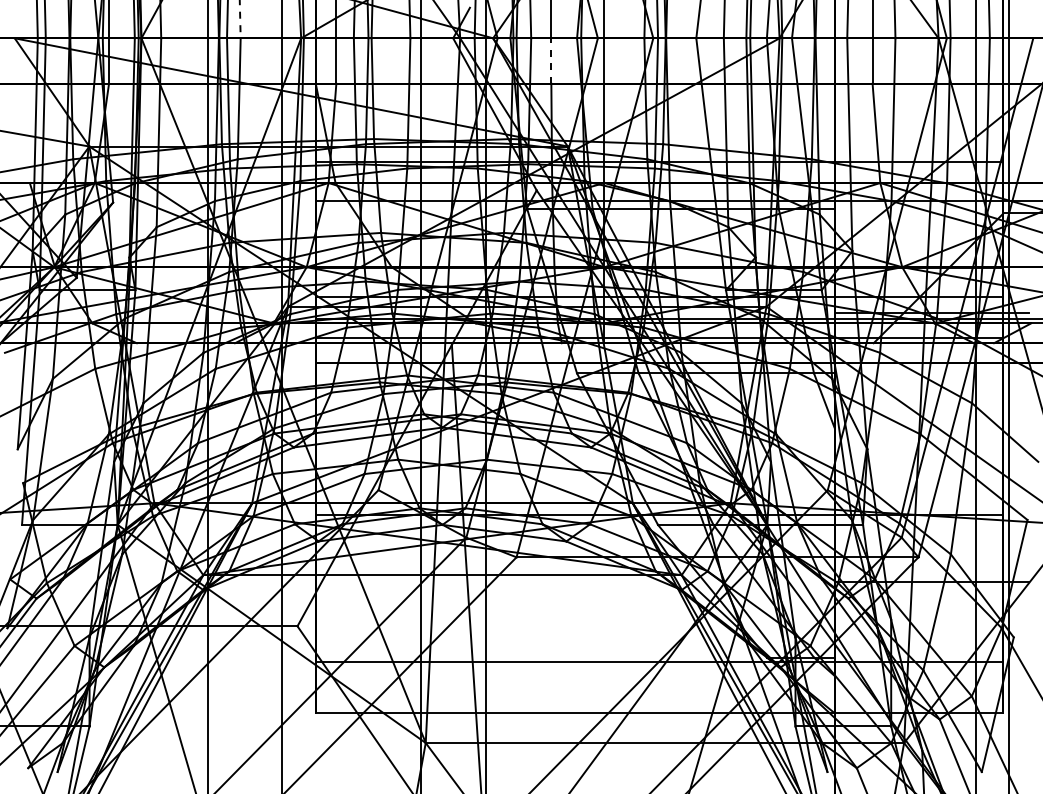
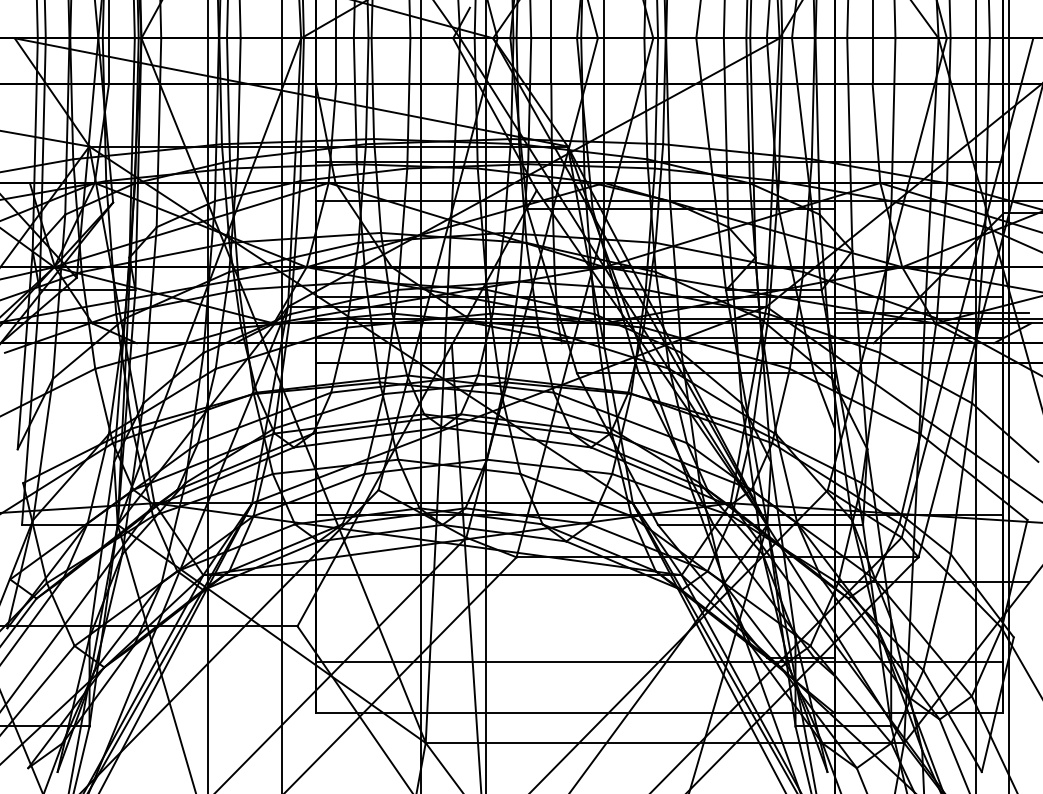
line at (240, 19): dashed -> solid
line at (551, 61): dashed -> solid
